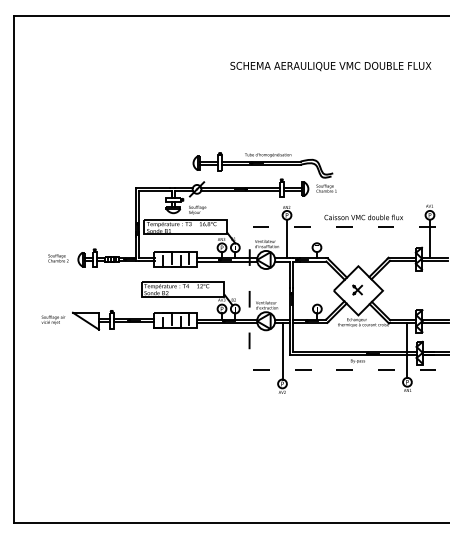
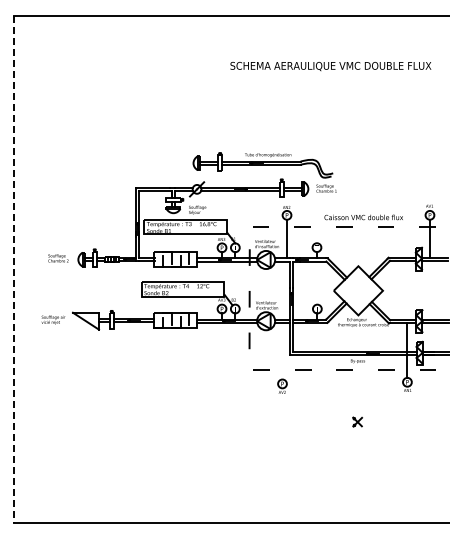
line at (13, 269): solid -> dashed
part at (357, 289) position: (357, 289) -> (357, 421)
line at (282, 350): present -> none
